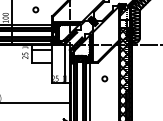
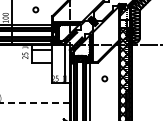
line at (34, 102): solid -> dashed
